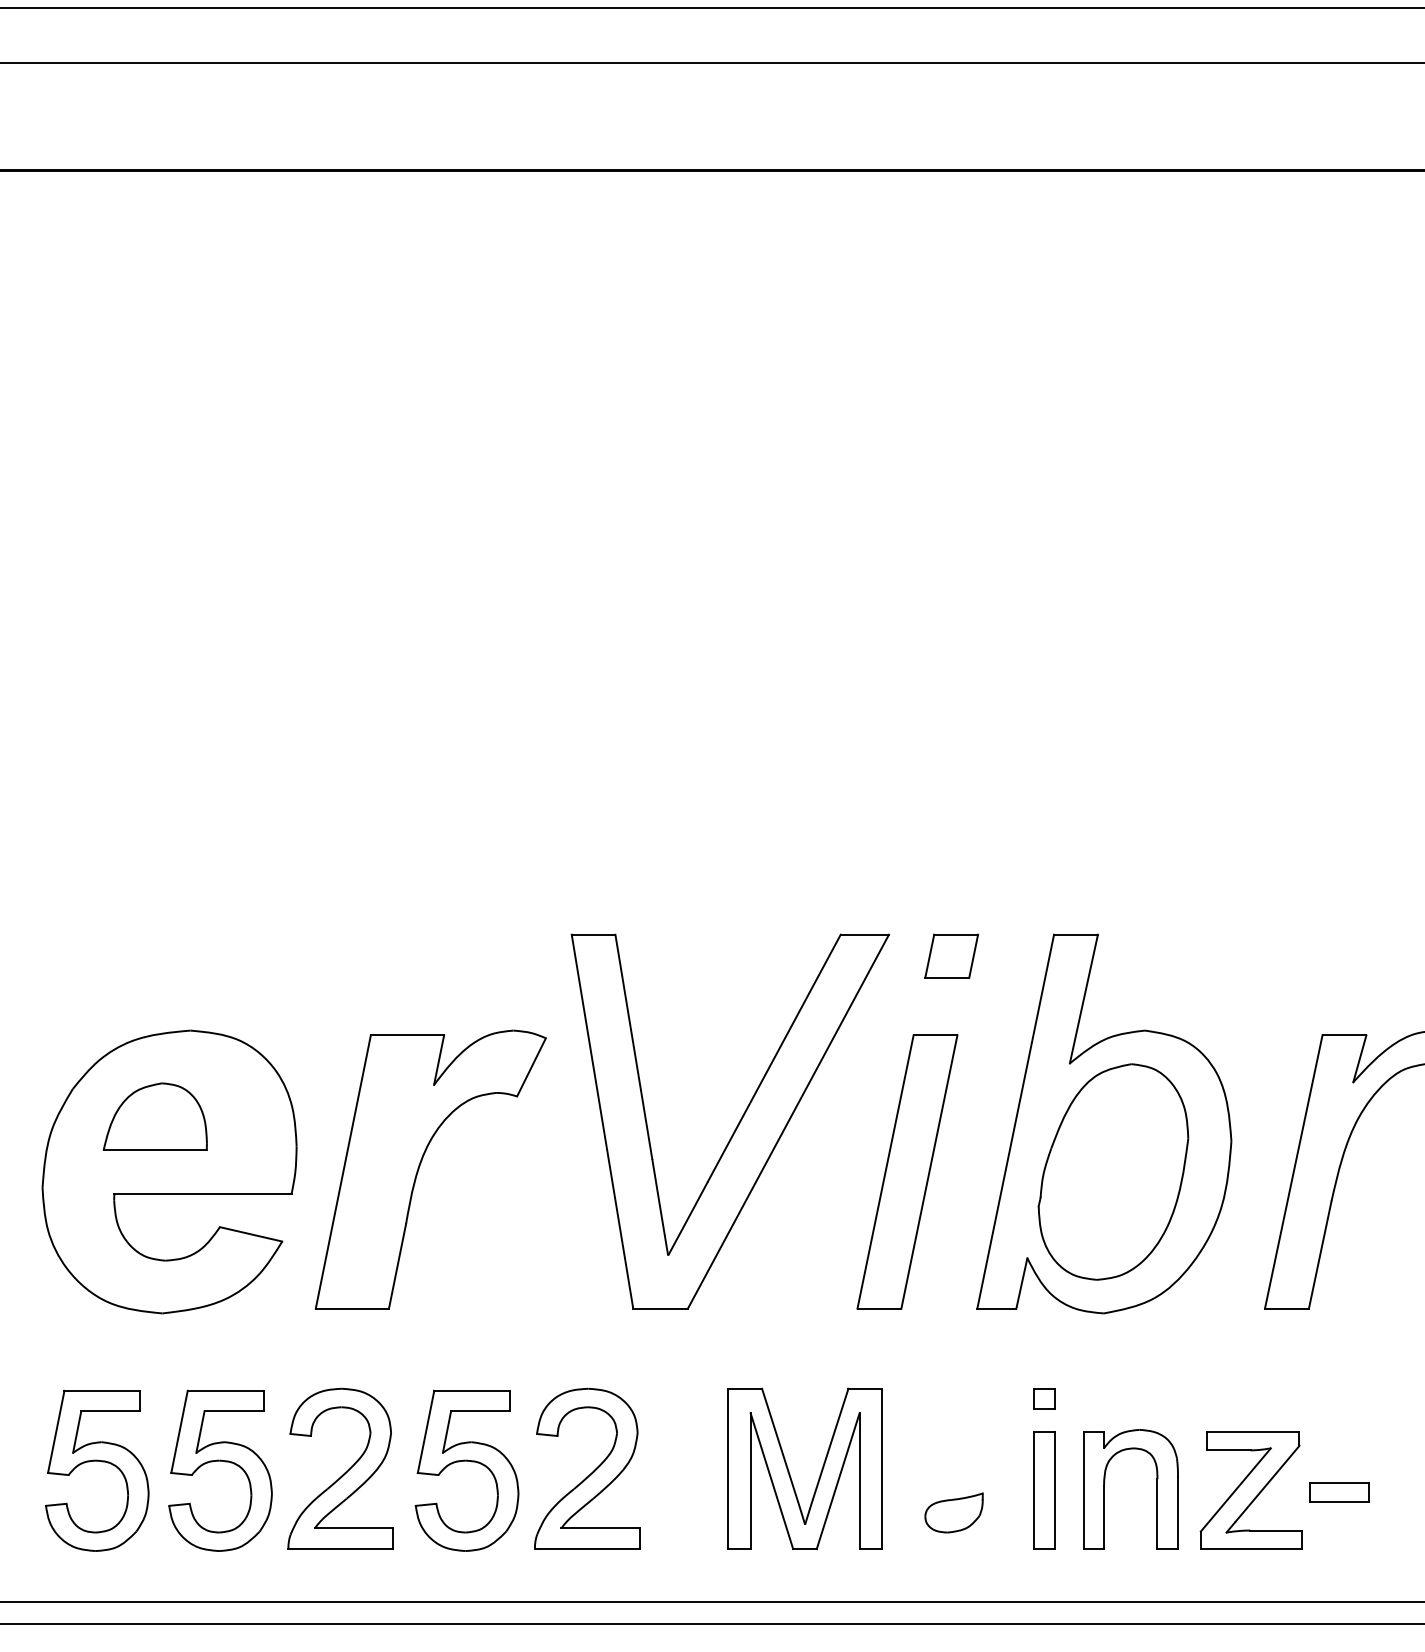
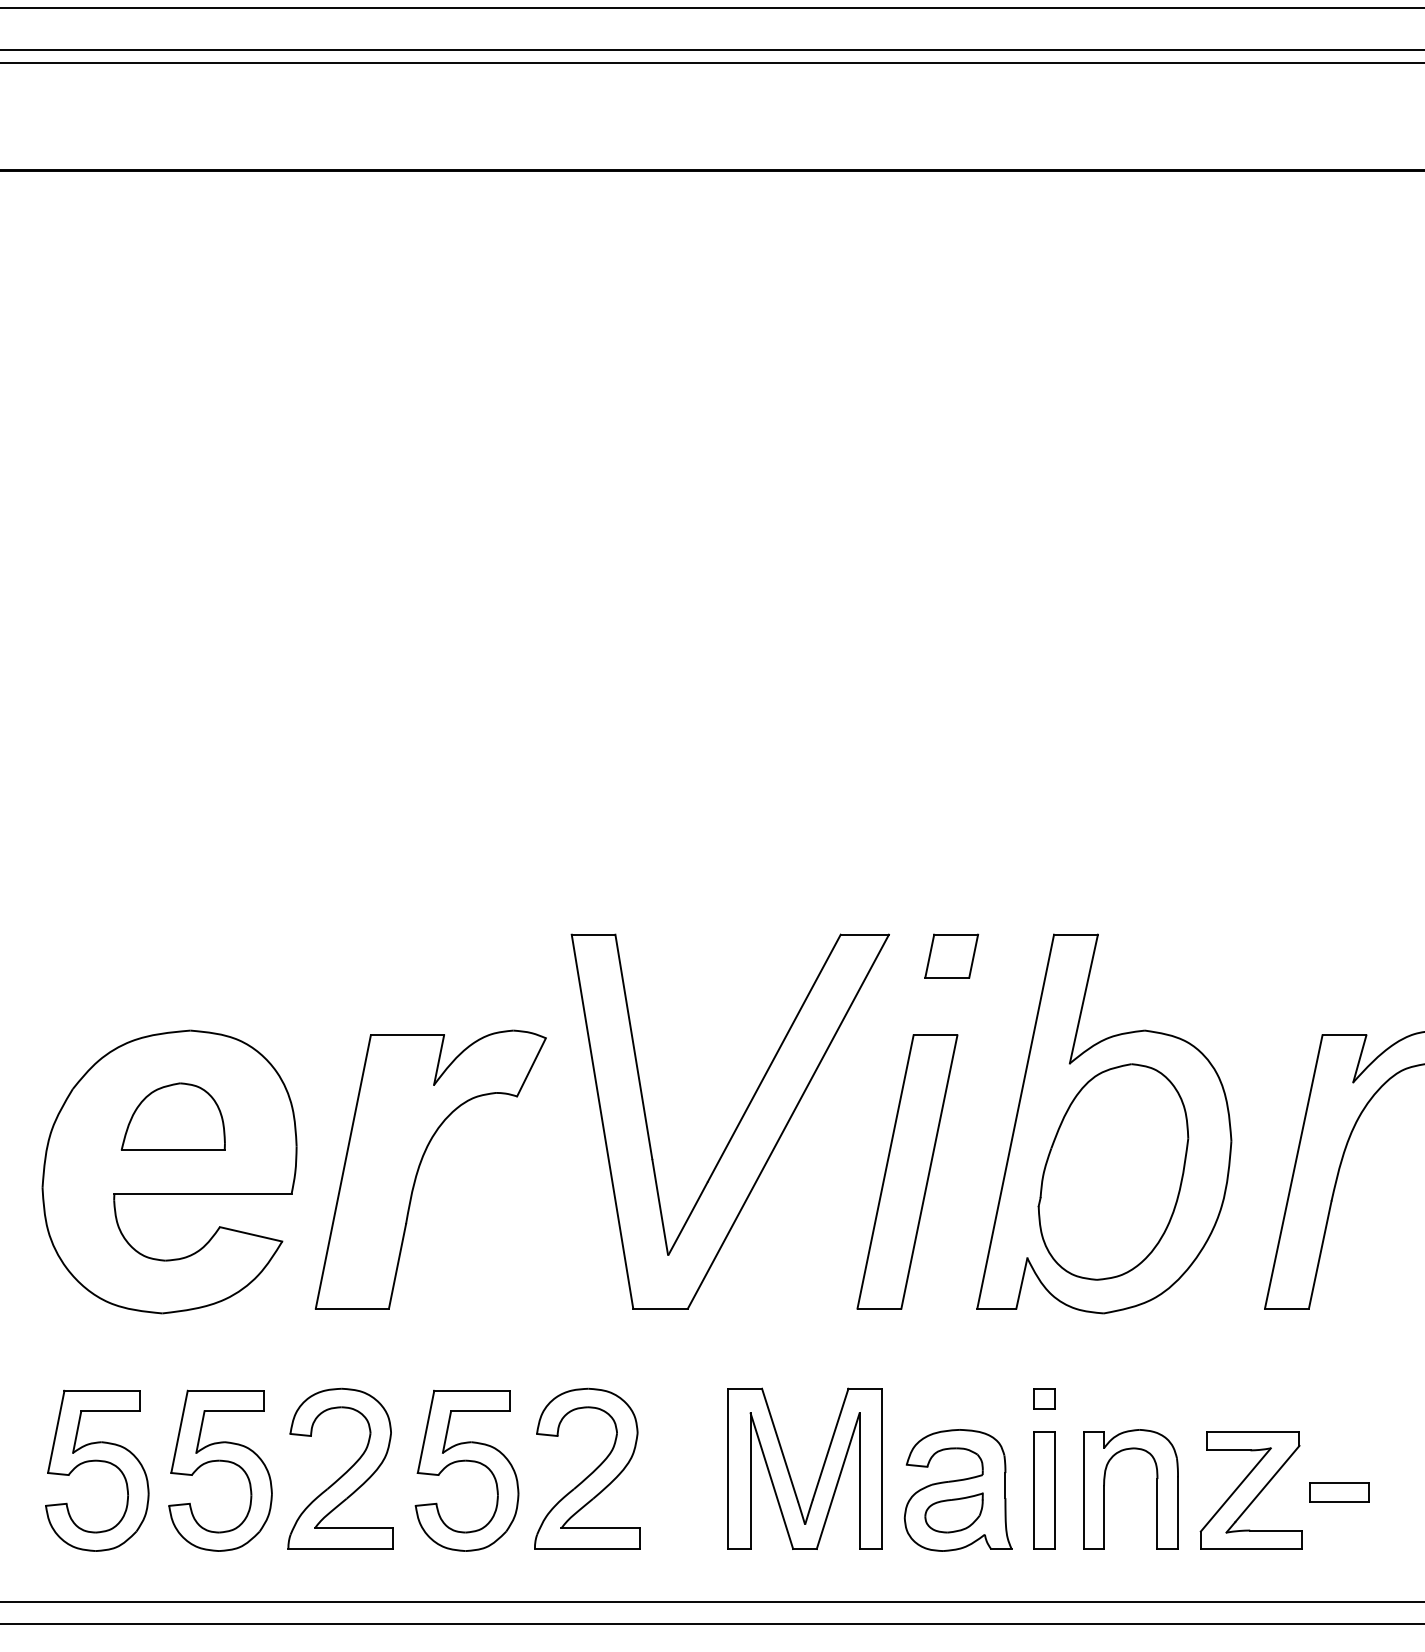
line at (711, 49): none -> present
part at (154, 1116) position: (154, 1116) -> (172, 1116)
part at (957, 1490): none -> present
